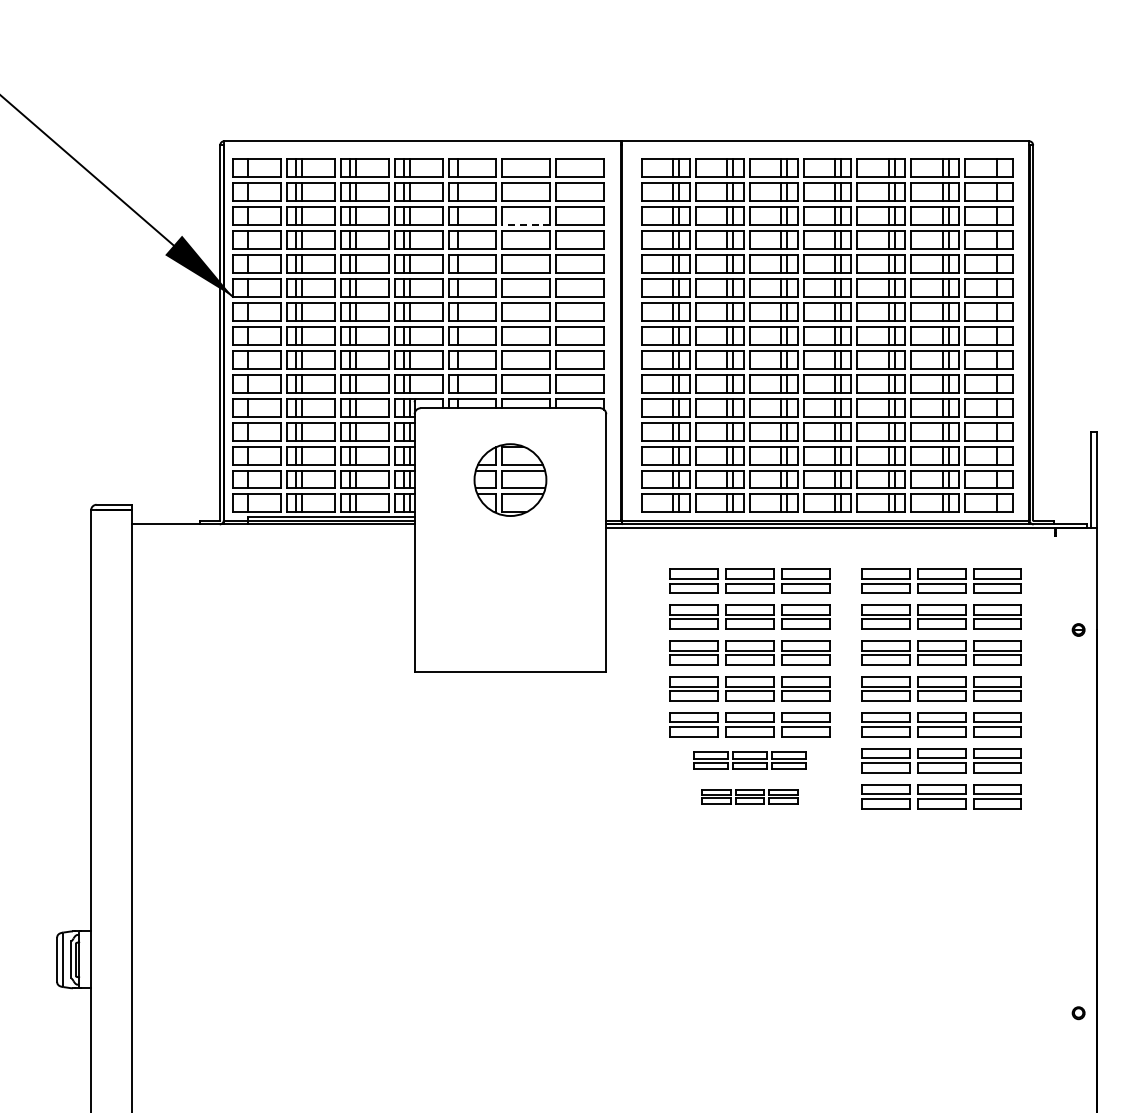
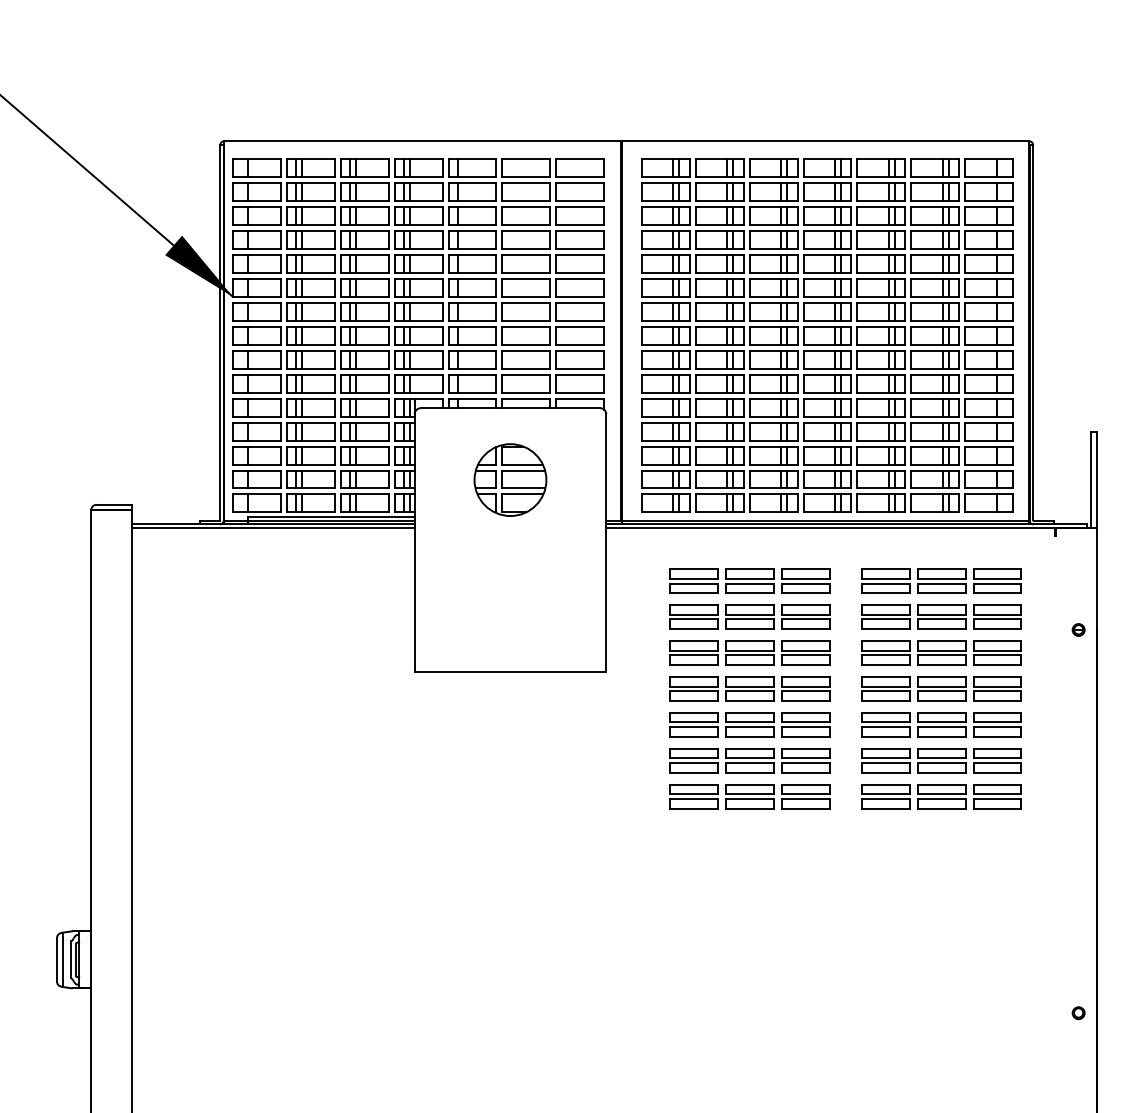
line at (526, 225): dashed -> solid
line at (273, 528): none -> present
part at (749, 760) size: 114x19 px -> 162x26 px
part at (749, 796) size: 98x16 px -> 162x26 px
